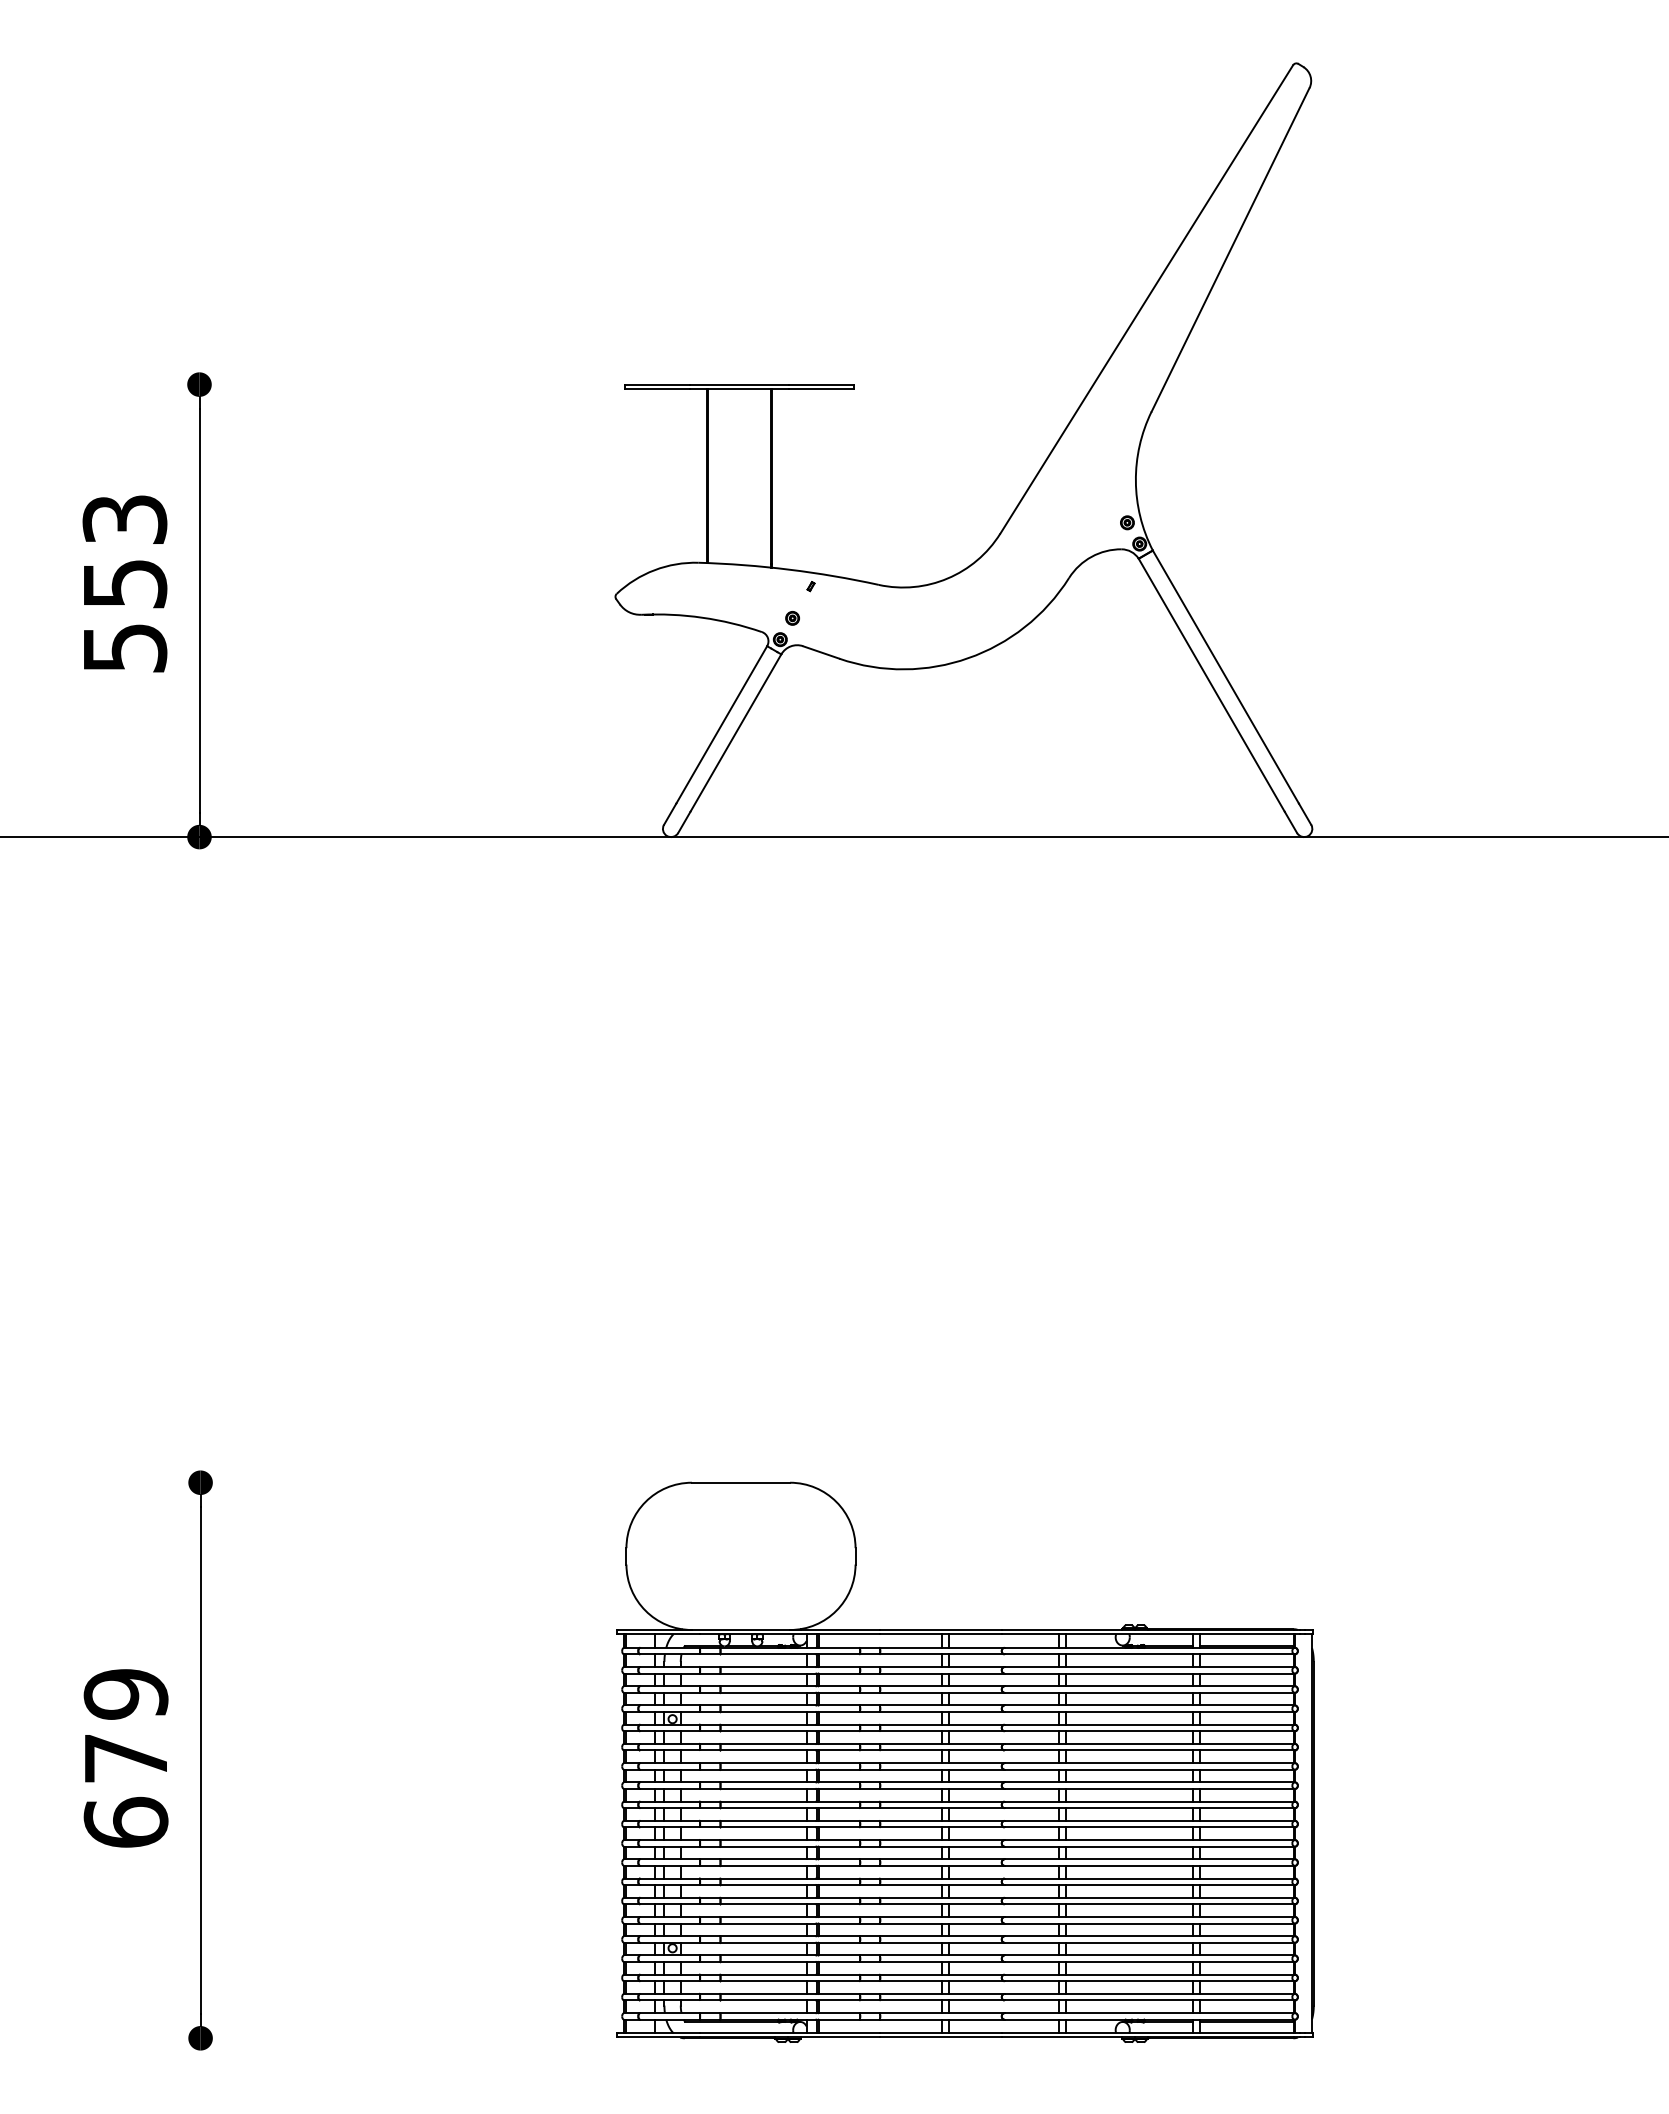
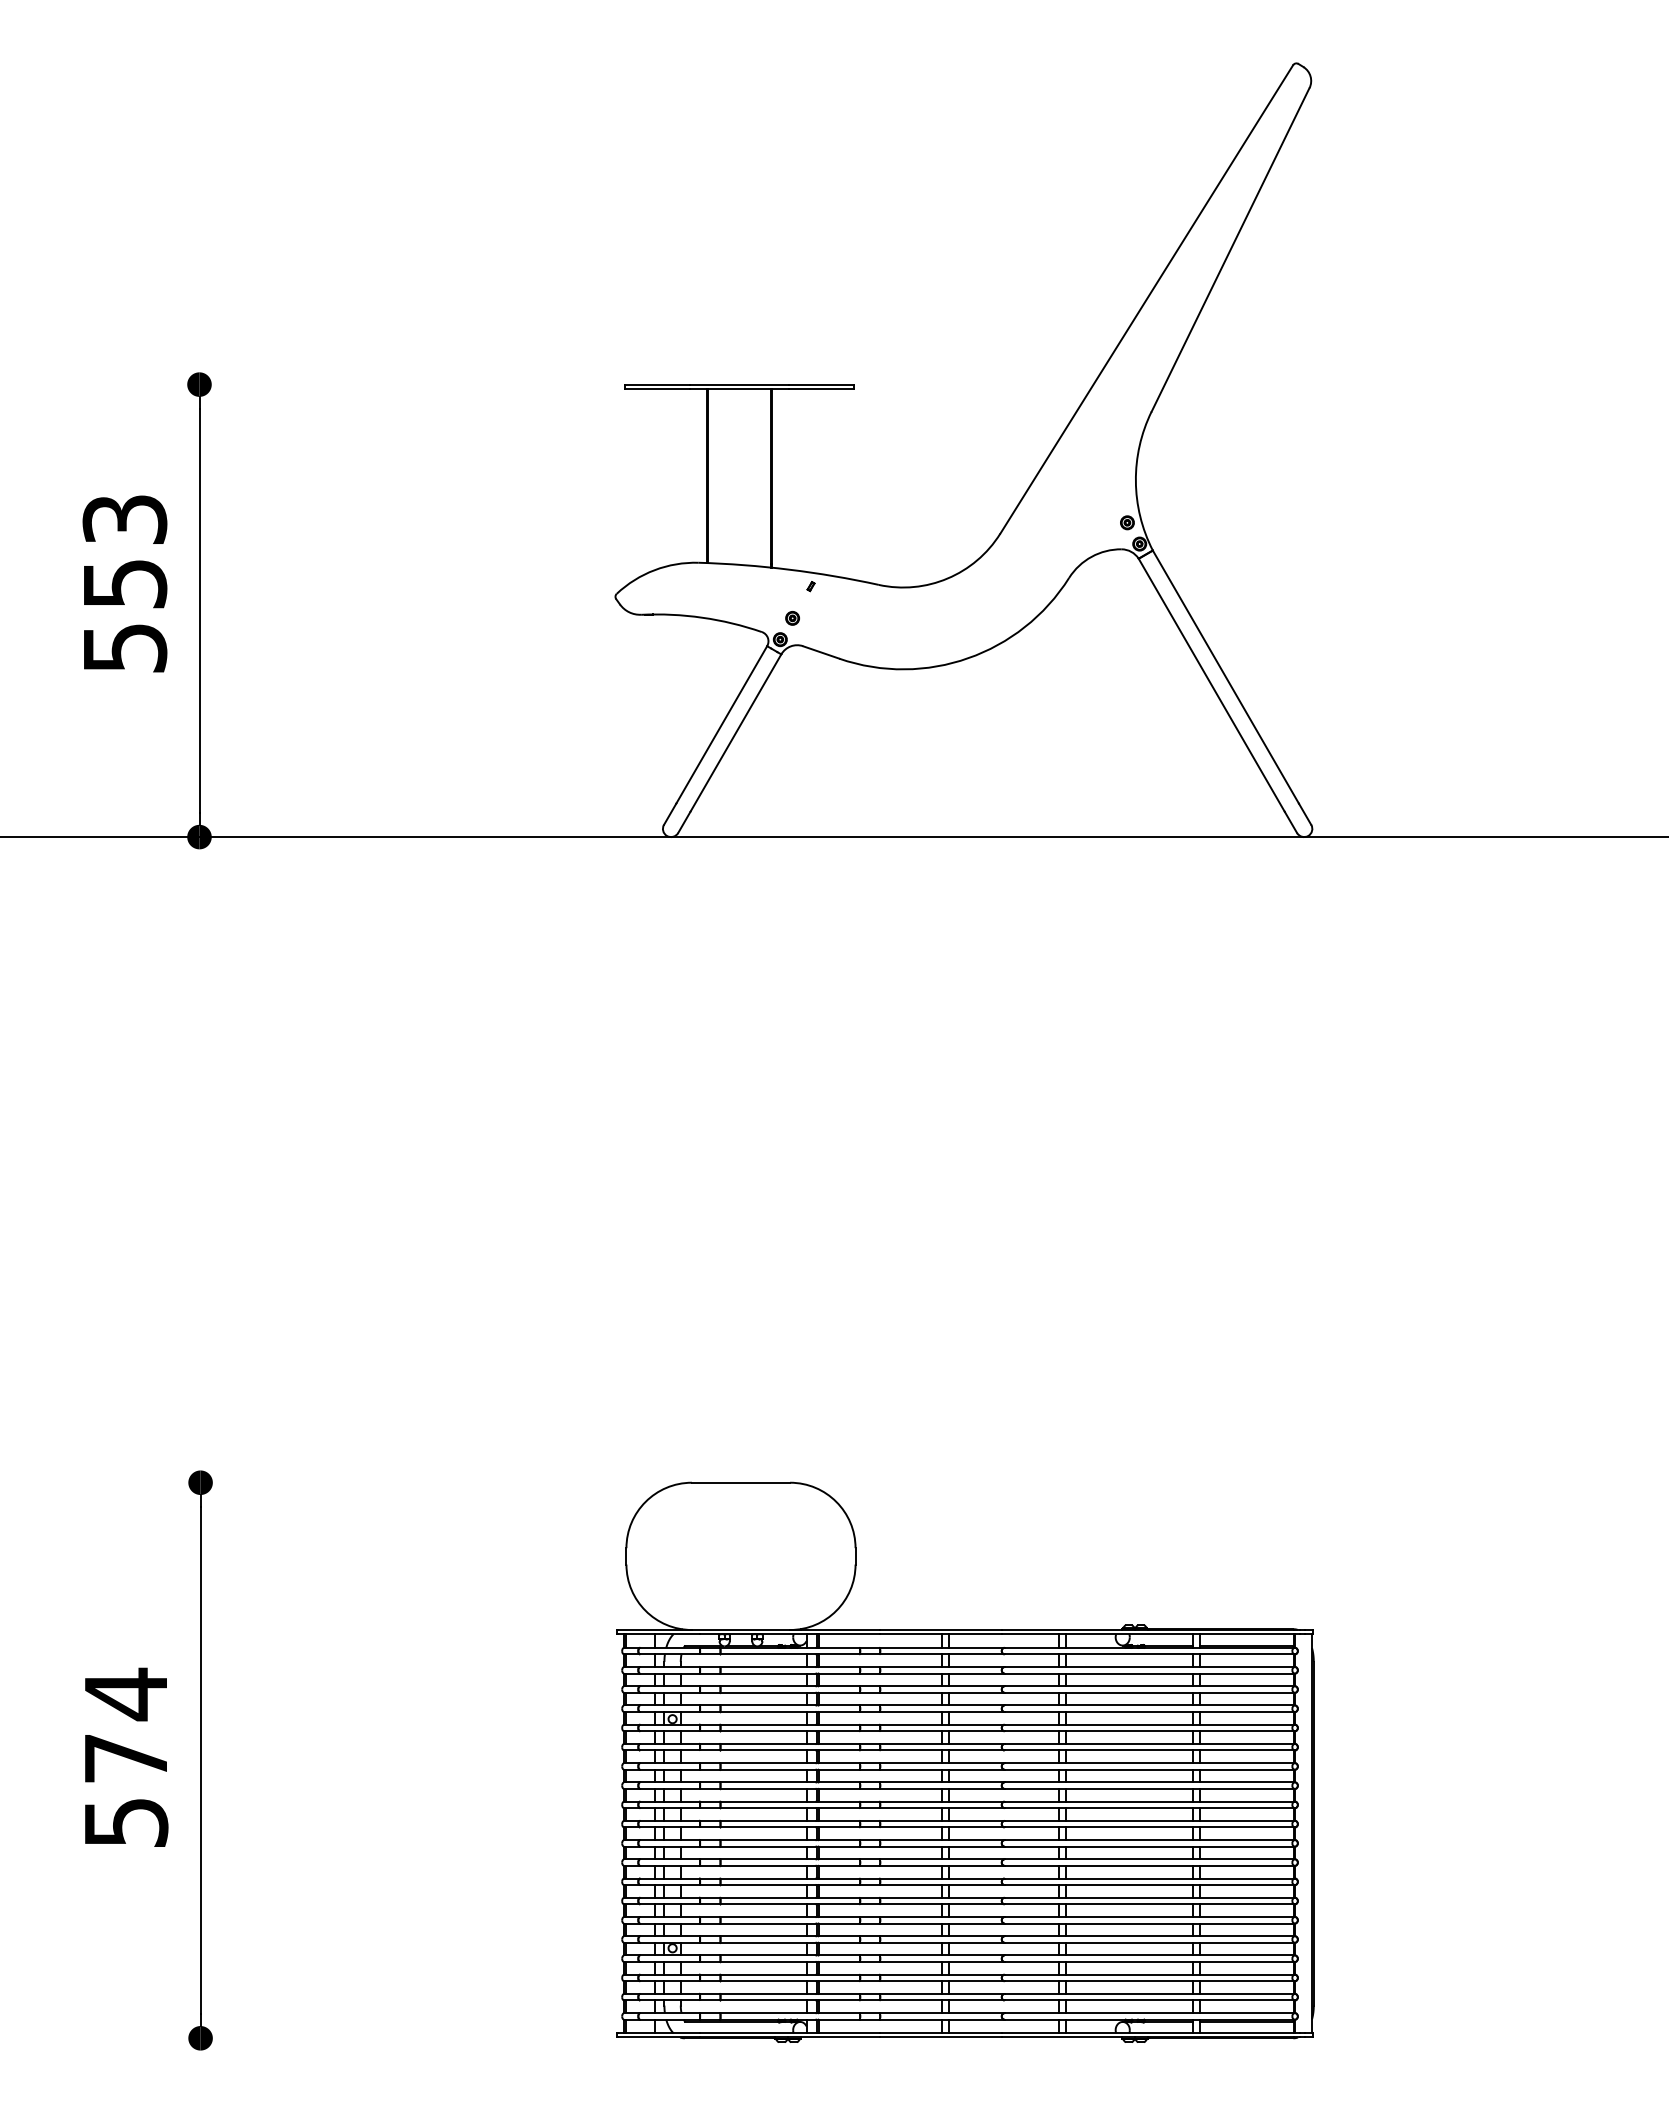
text at (125, 1757): 679 -> 574
